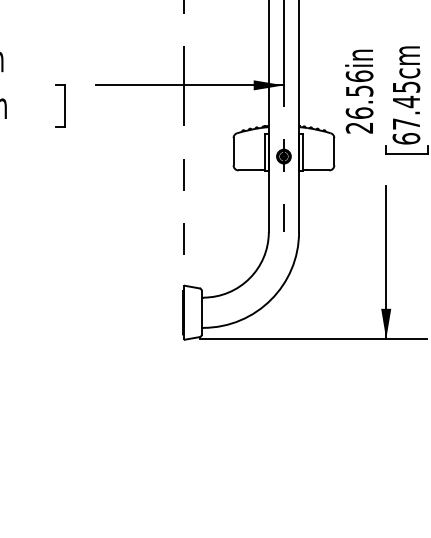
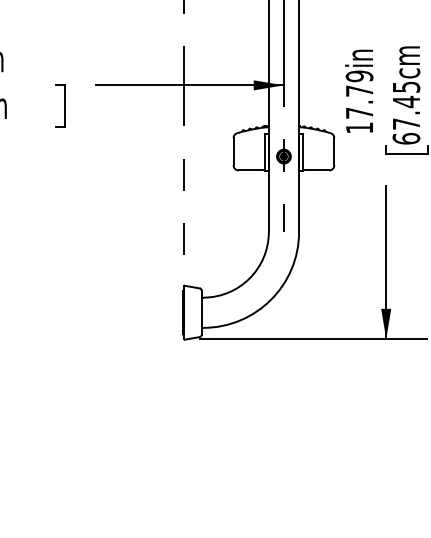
text at (359, 101): 26.56in -> 17.79in
